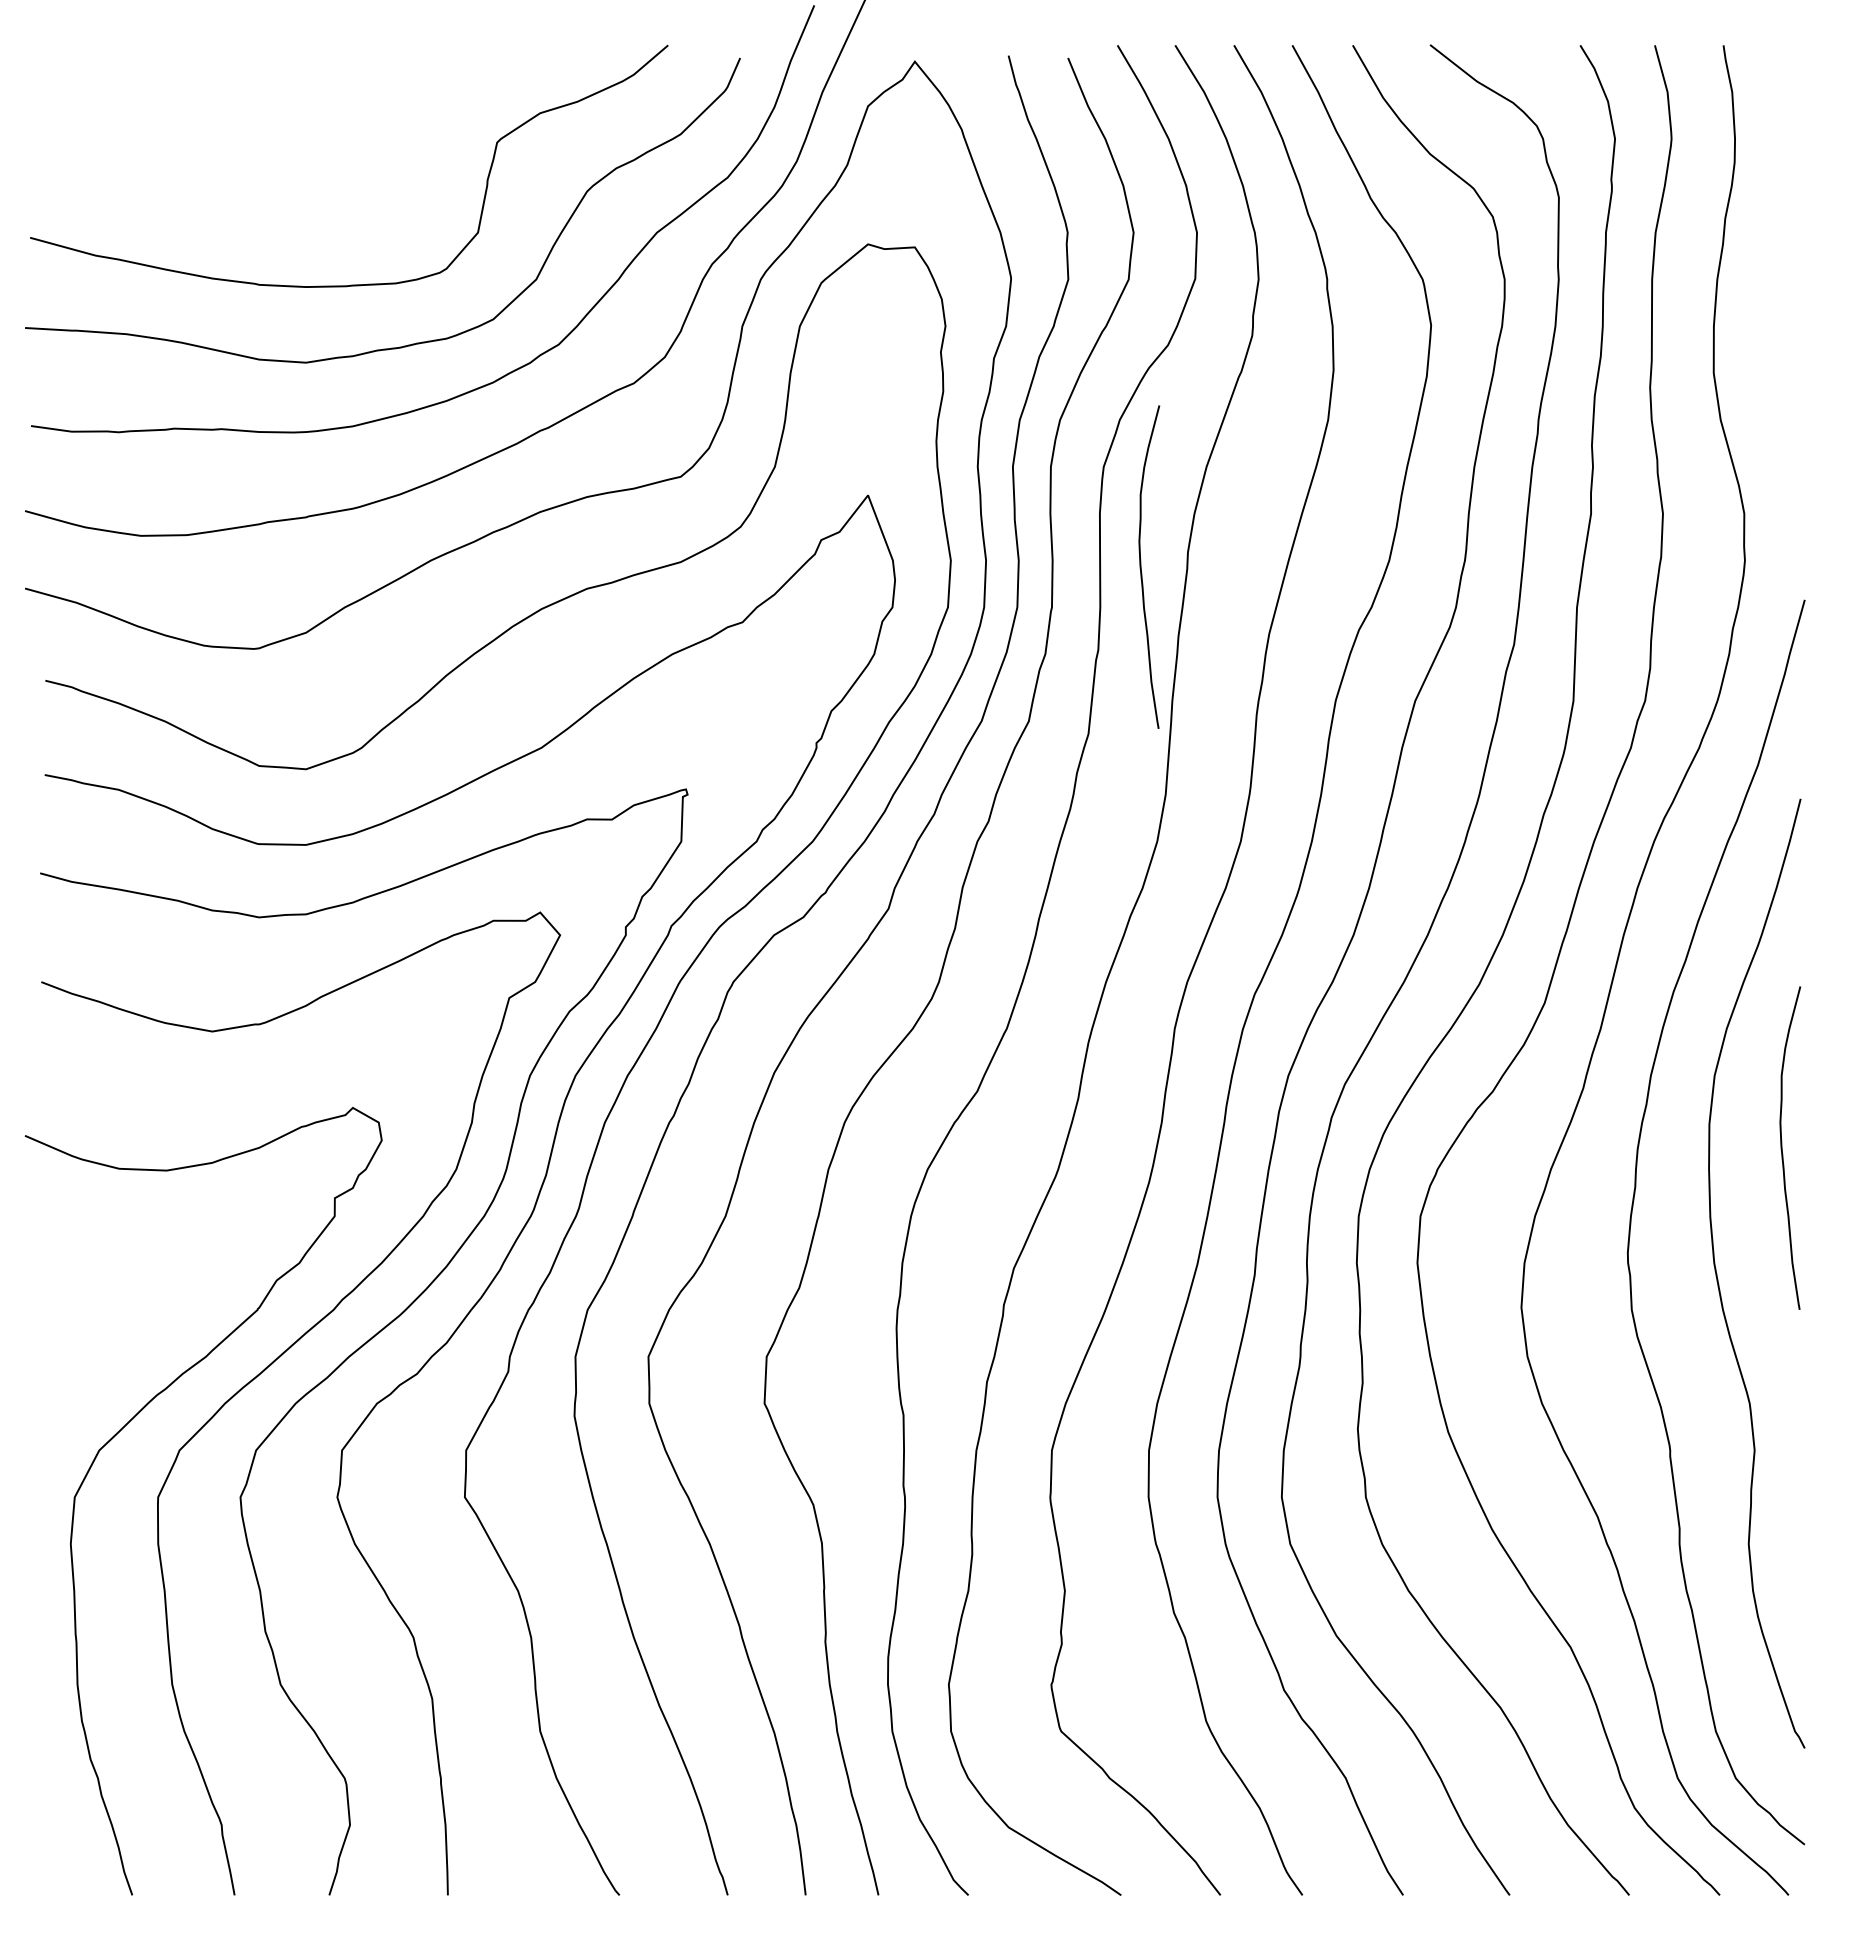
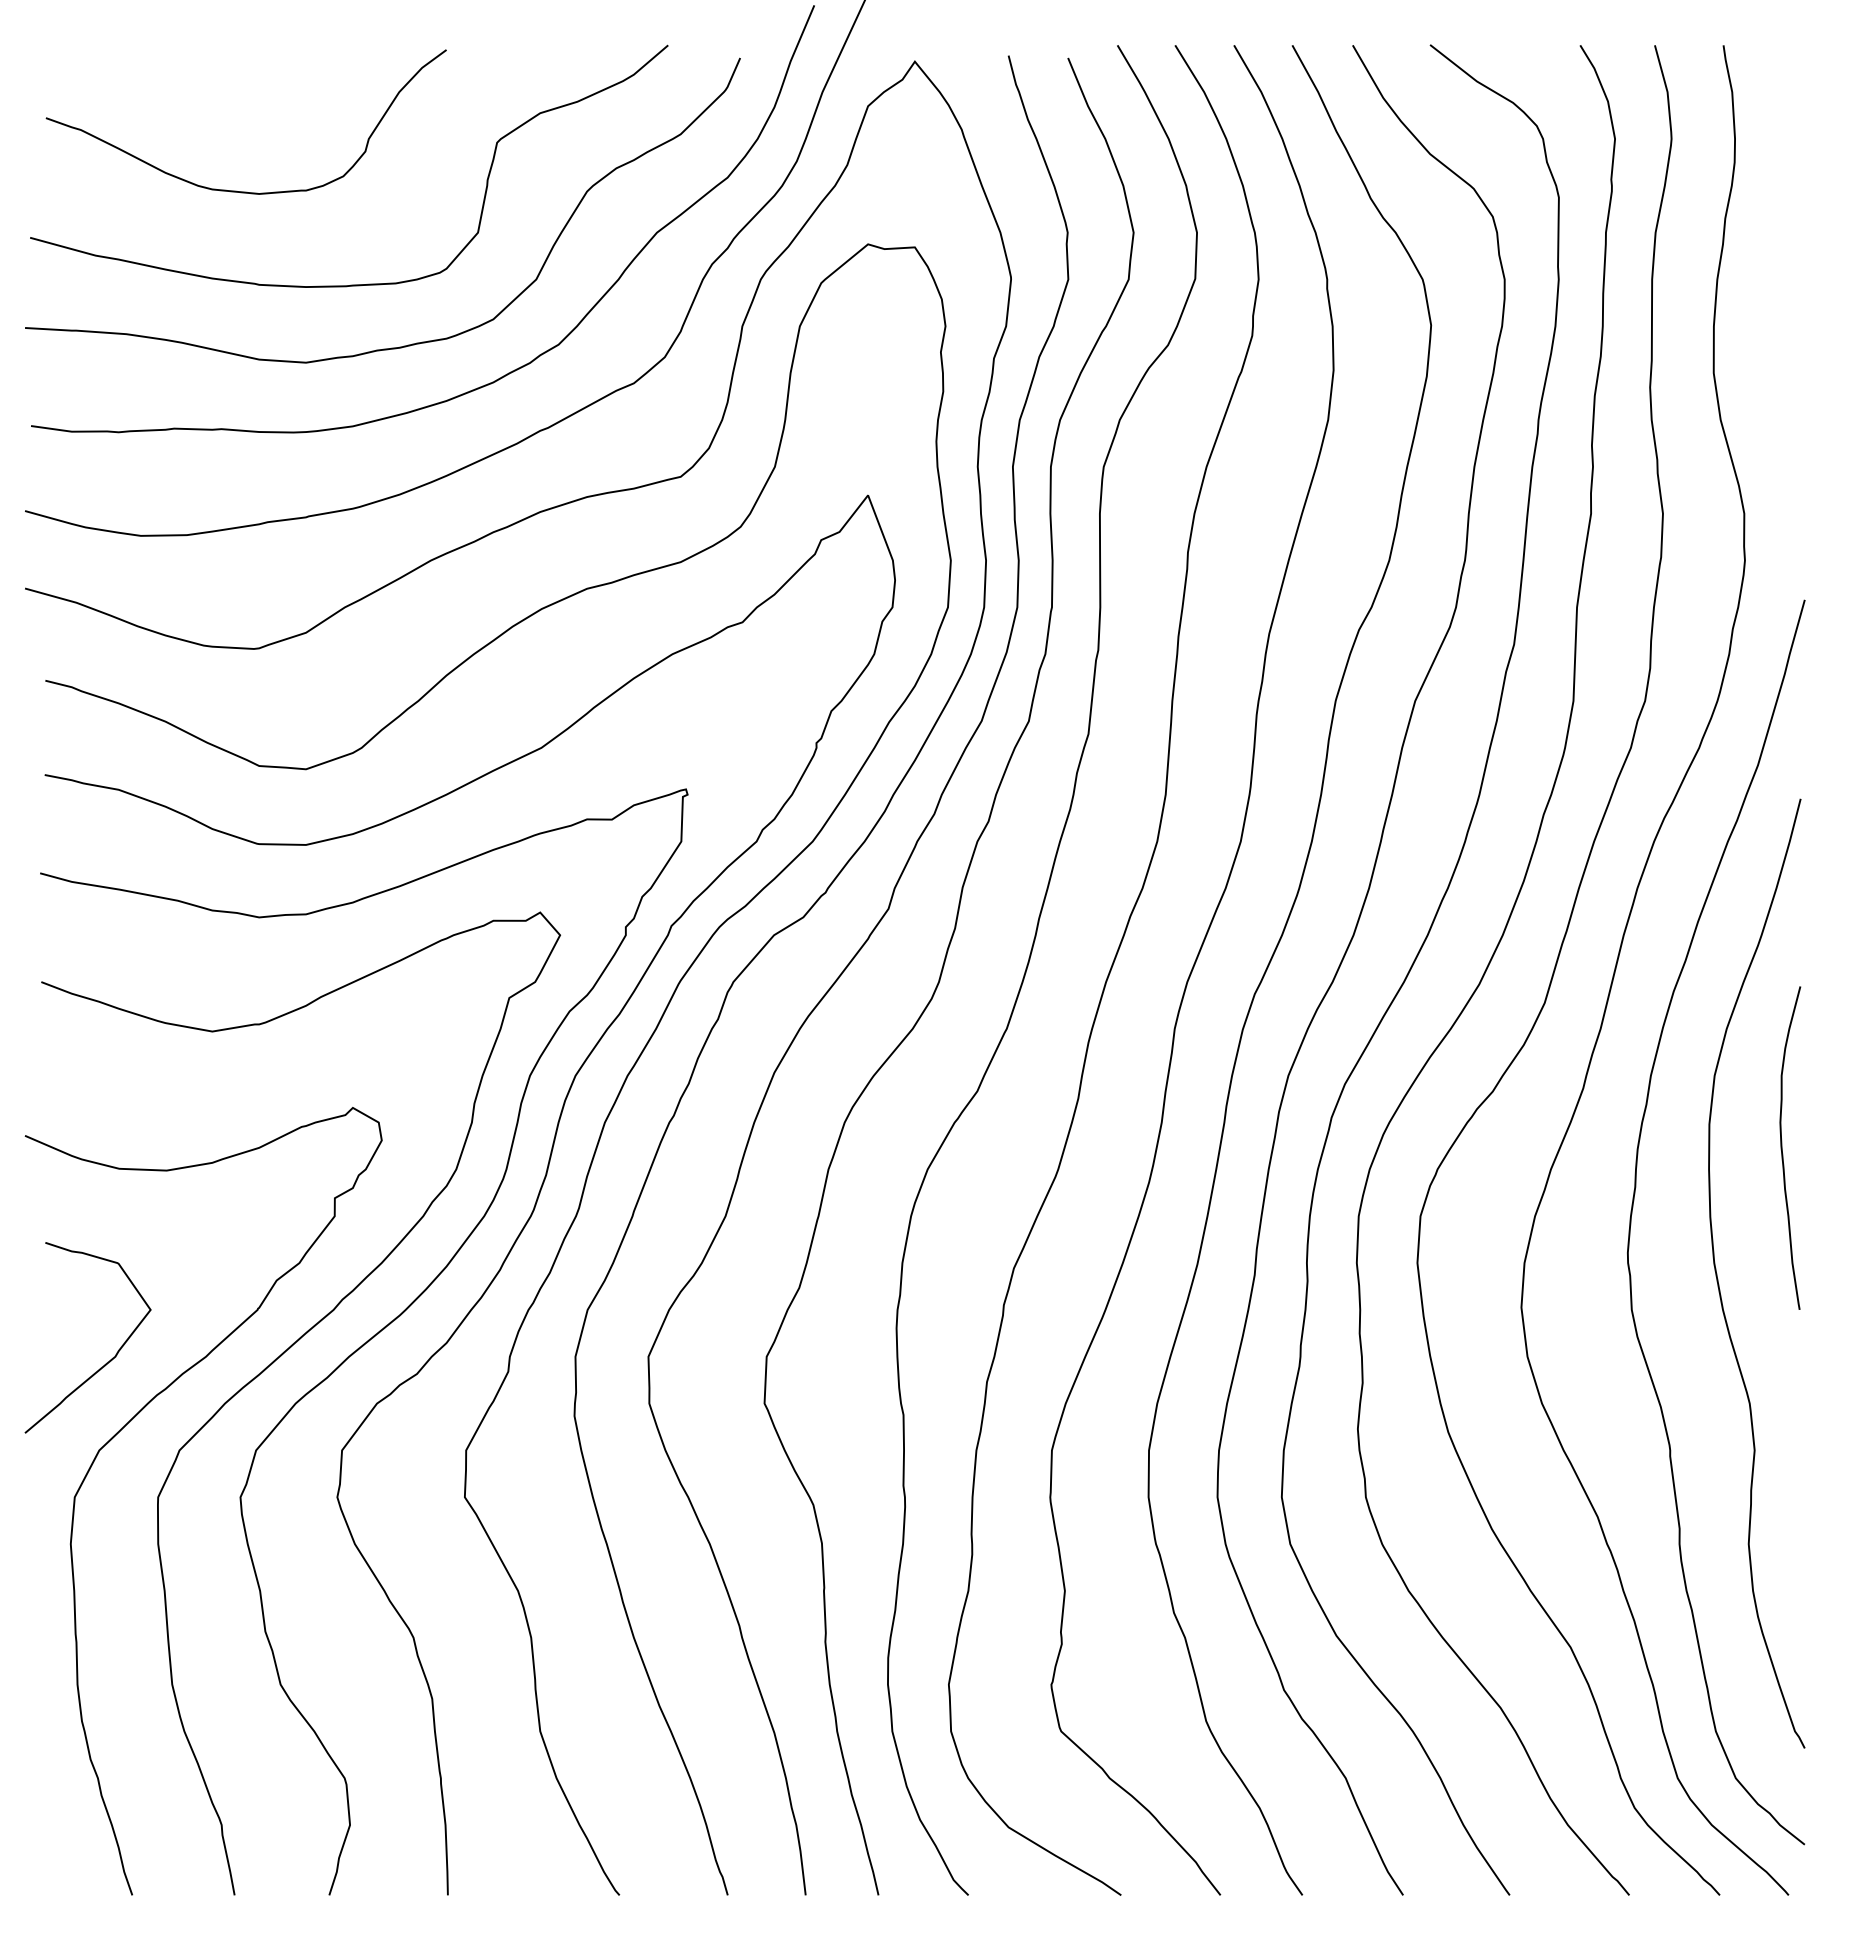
curve at (236, 190): none -> present
curve at (1141, 566): present -> none
curve at (106, 1362): none -> present
